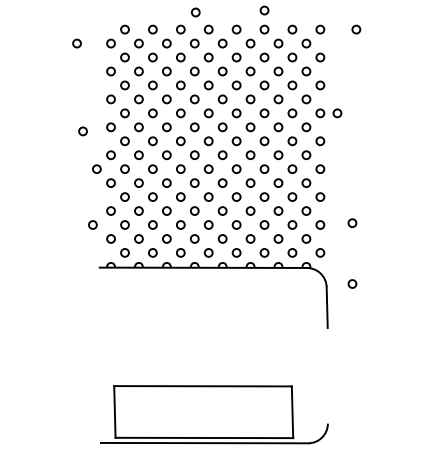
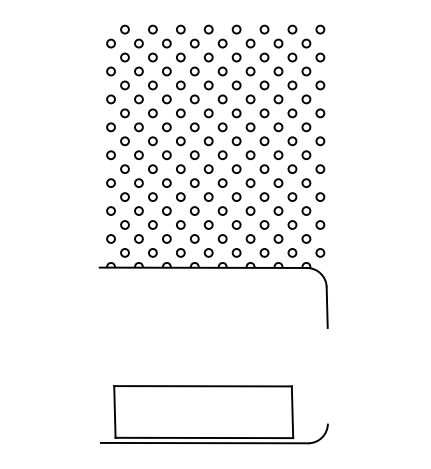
circle at (264, 10): present -> none
circle at (195, 12): present -> none
circle at (356, 29): present -> none
circle at (76, 43): present -> none
circle at (337, 113): present -> none
circle at (82, 131): present -> none
circle at (96, 168): present -> none
circle at (352, 222): present -> none
circle at (92, 224): present -> none
circle at (352, 283): present -> none
